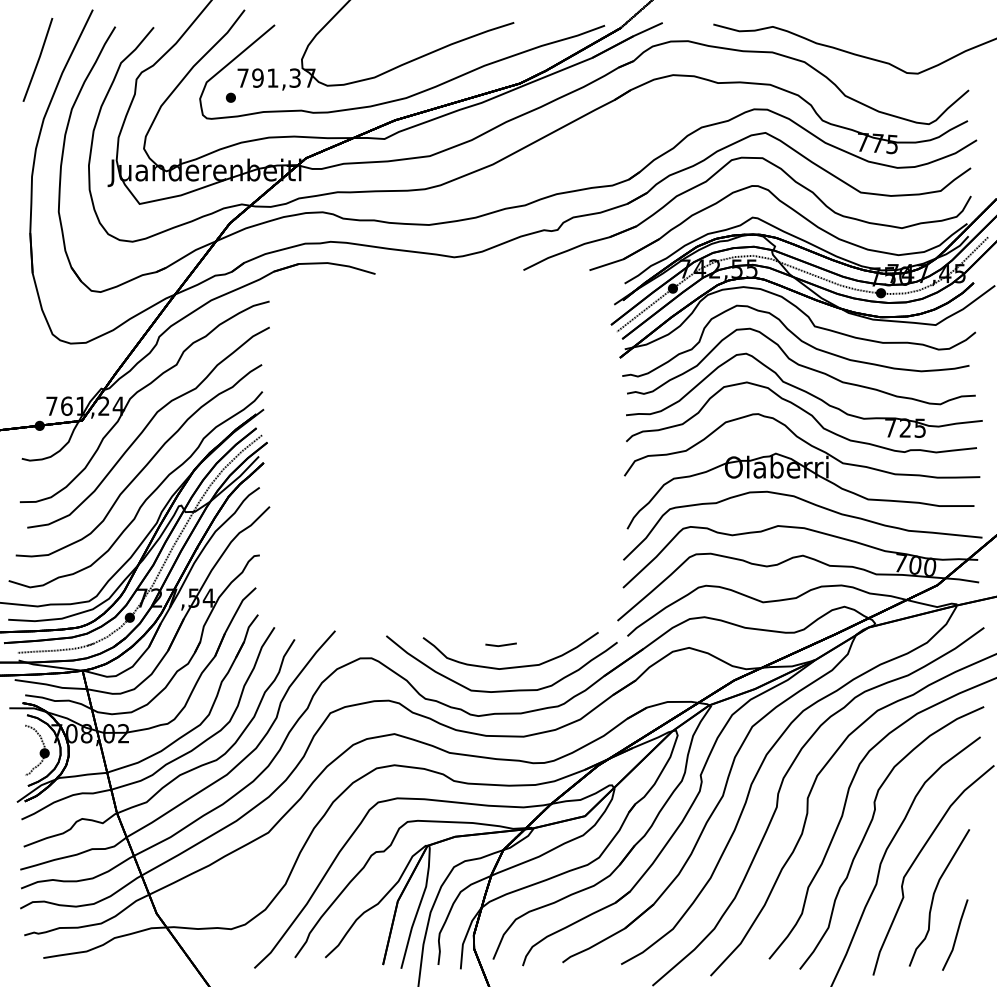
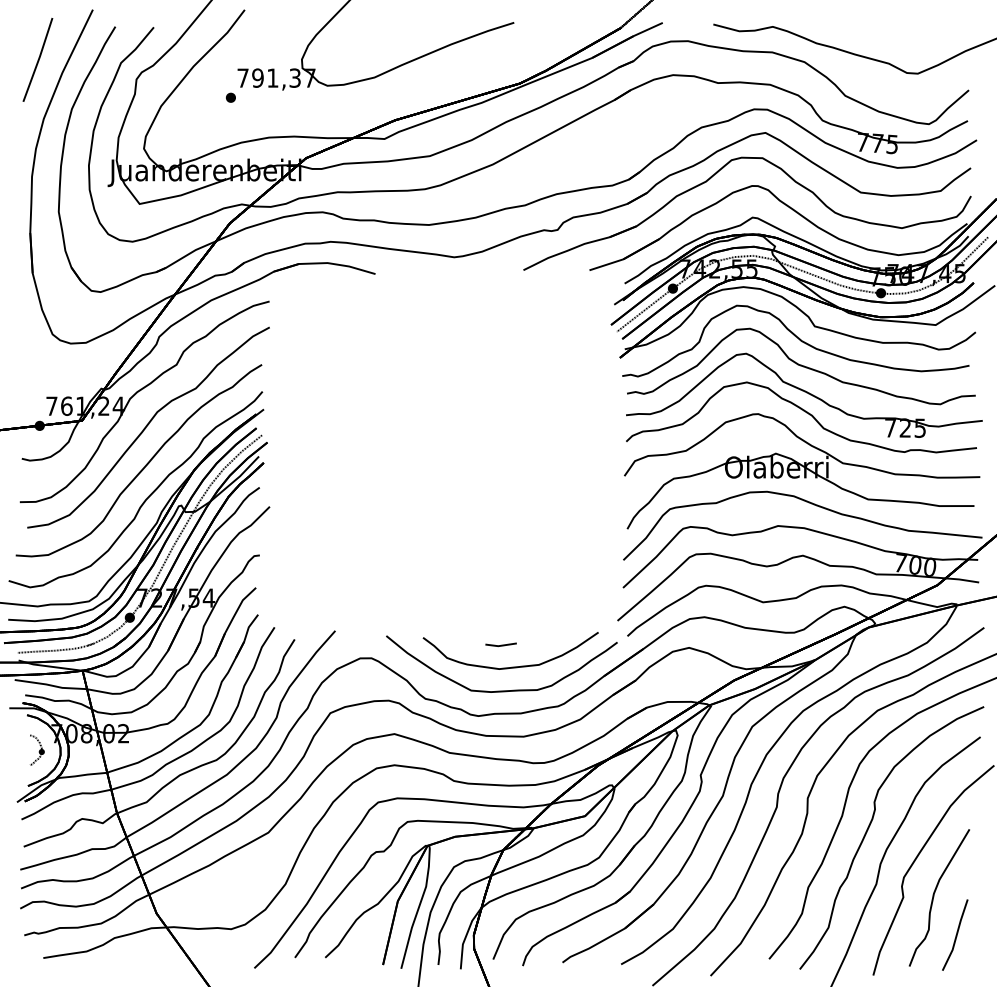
curve at (409, 95): present -> none
part at (37, 749) size: 25x52 px -> 16x32 px
